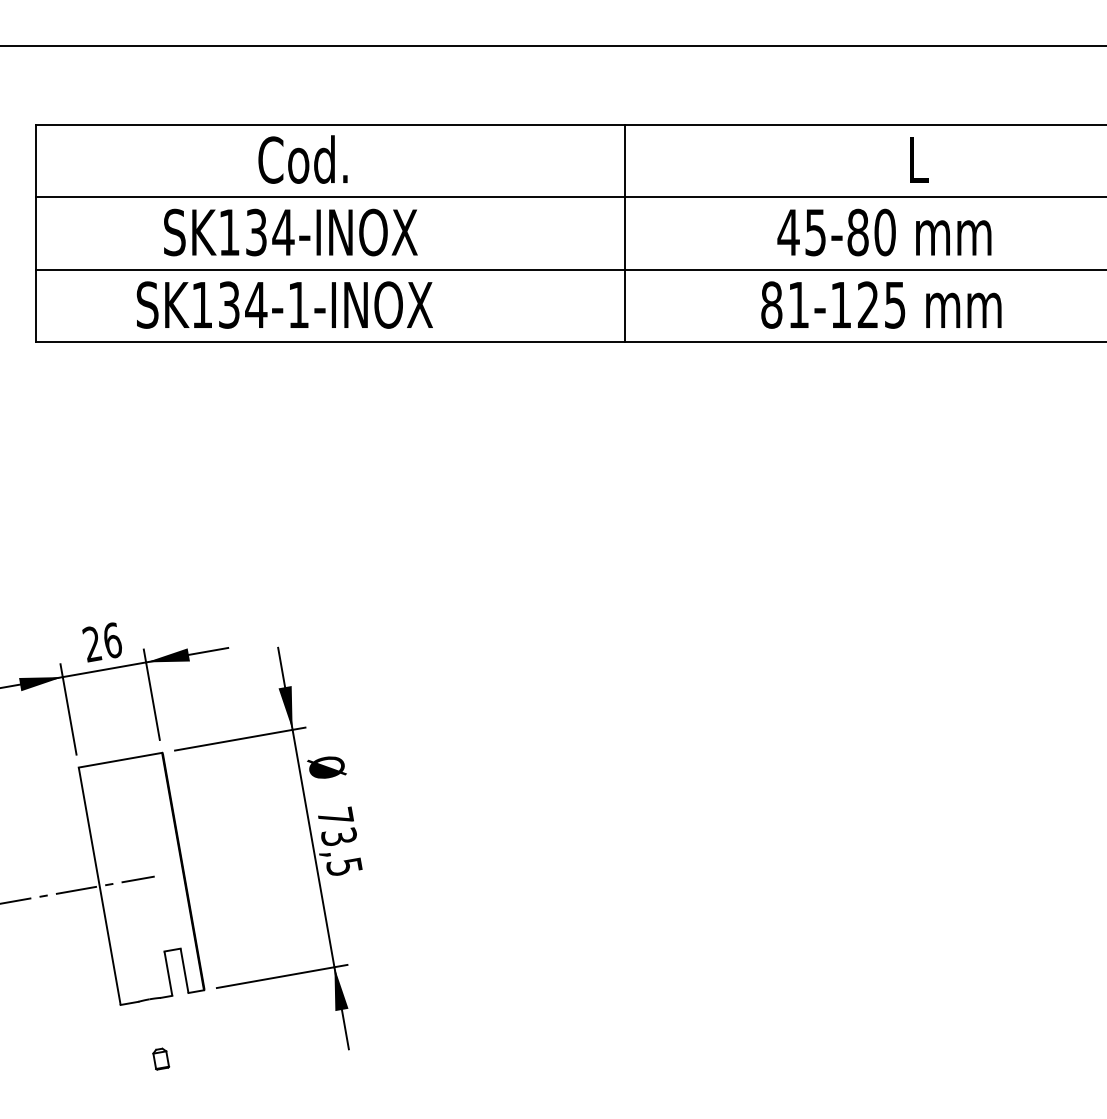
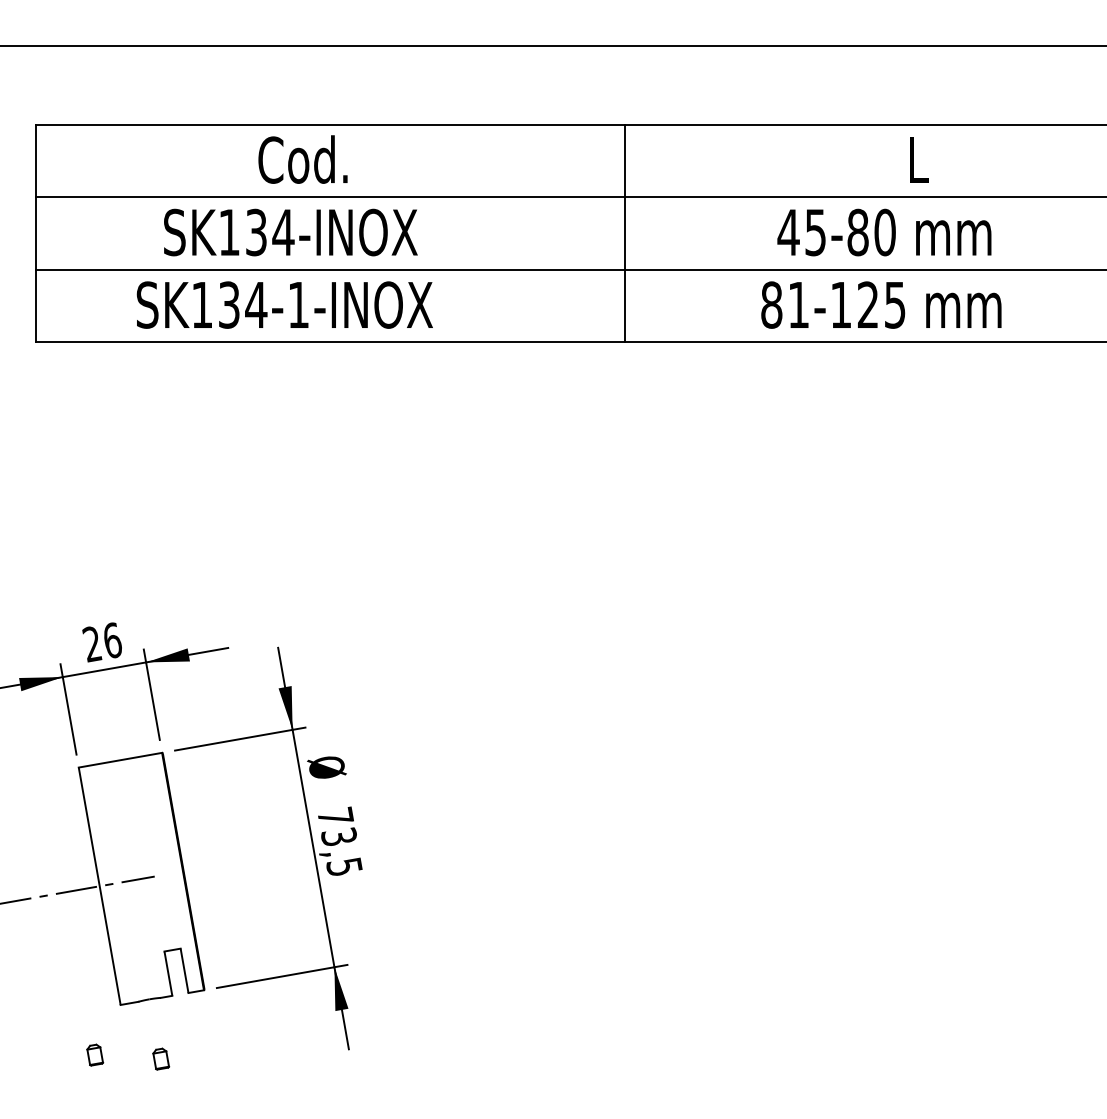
part at (95, 1054): none -> present
